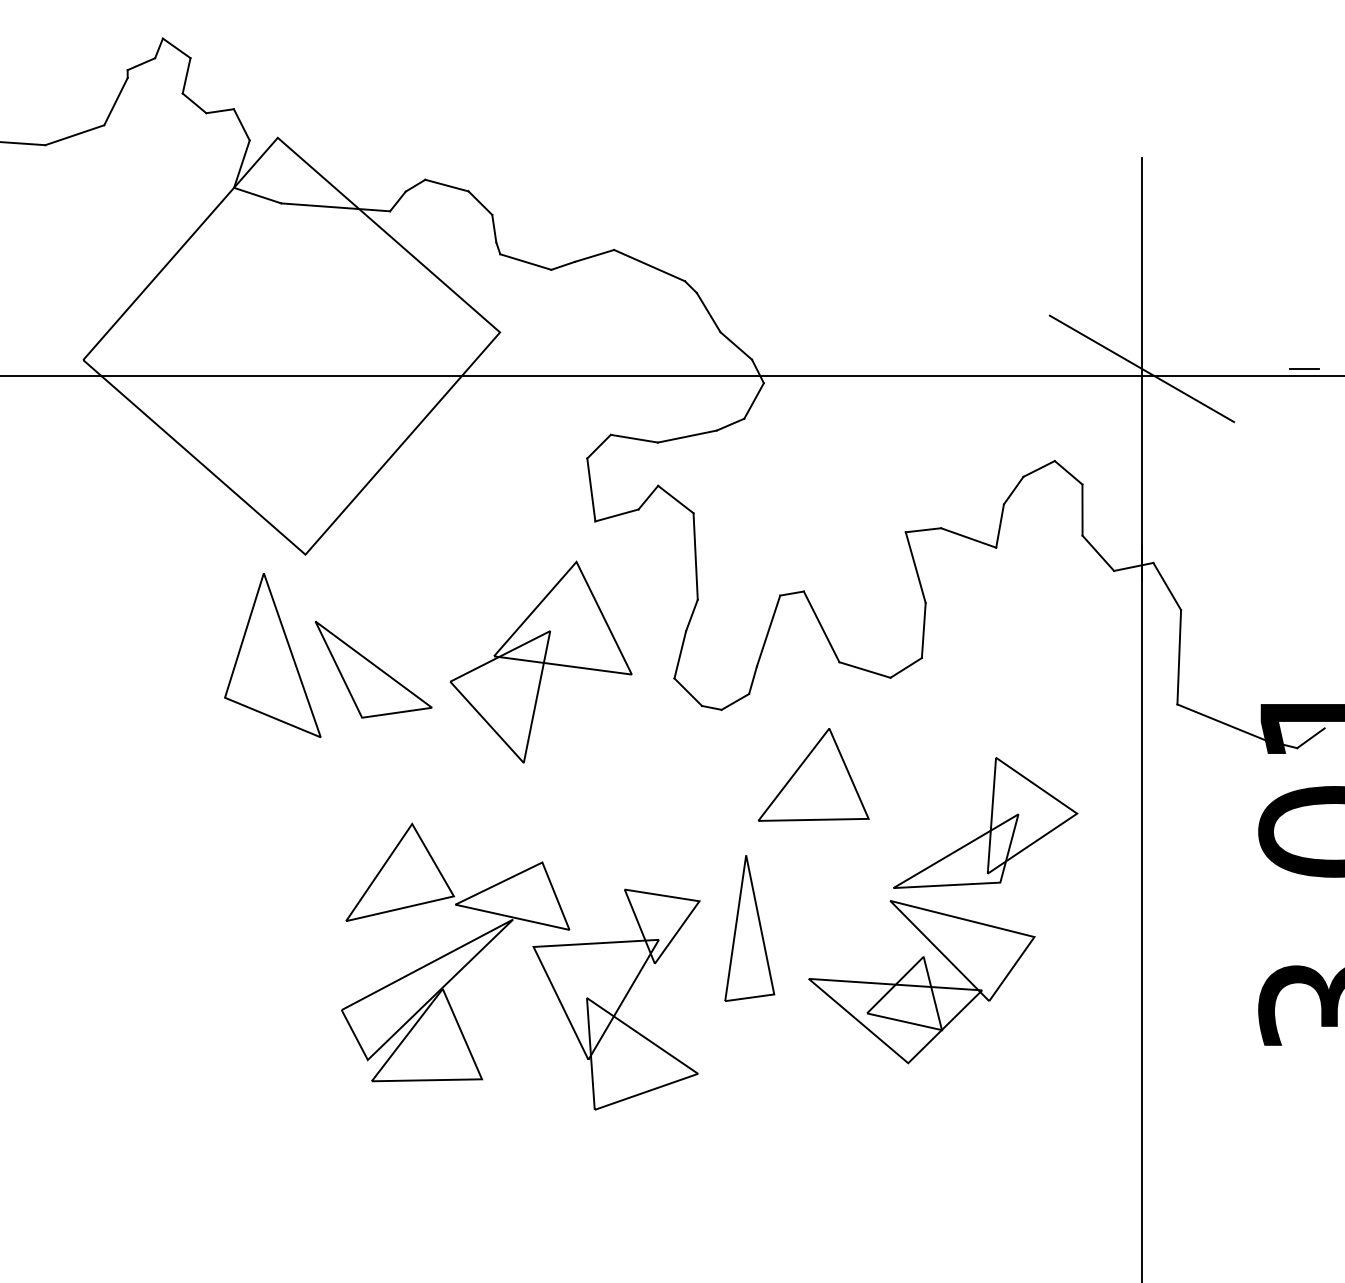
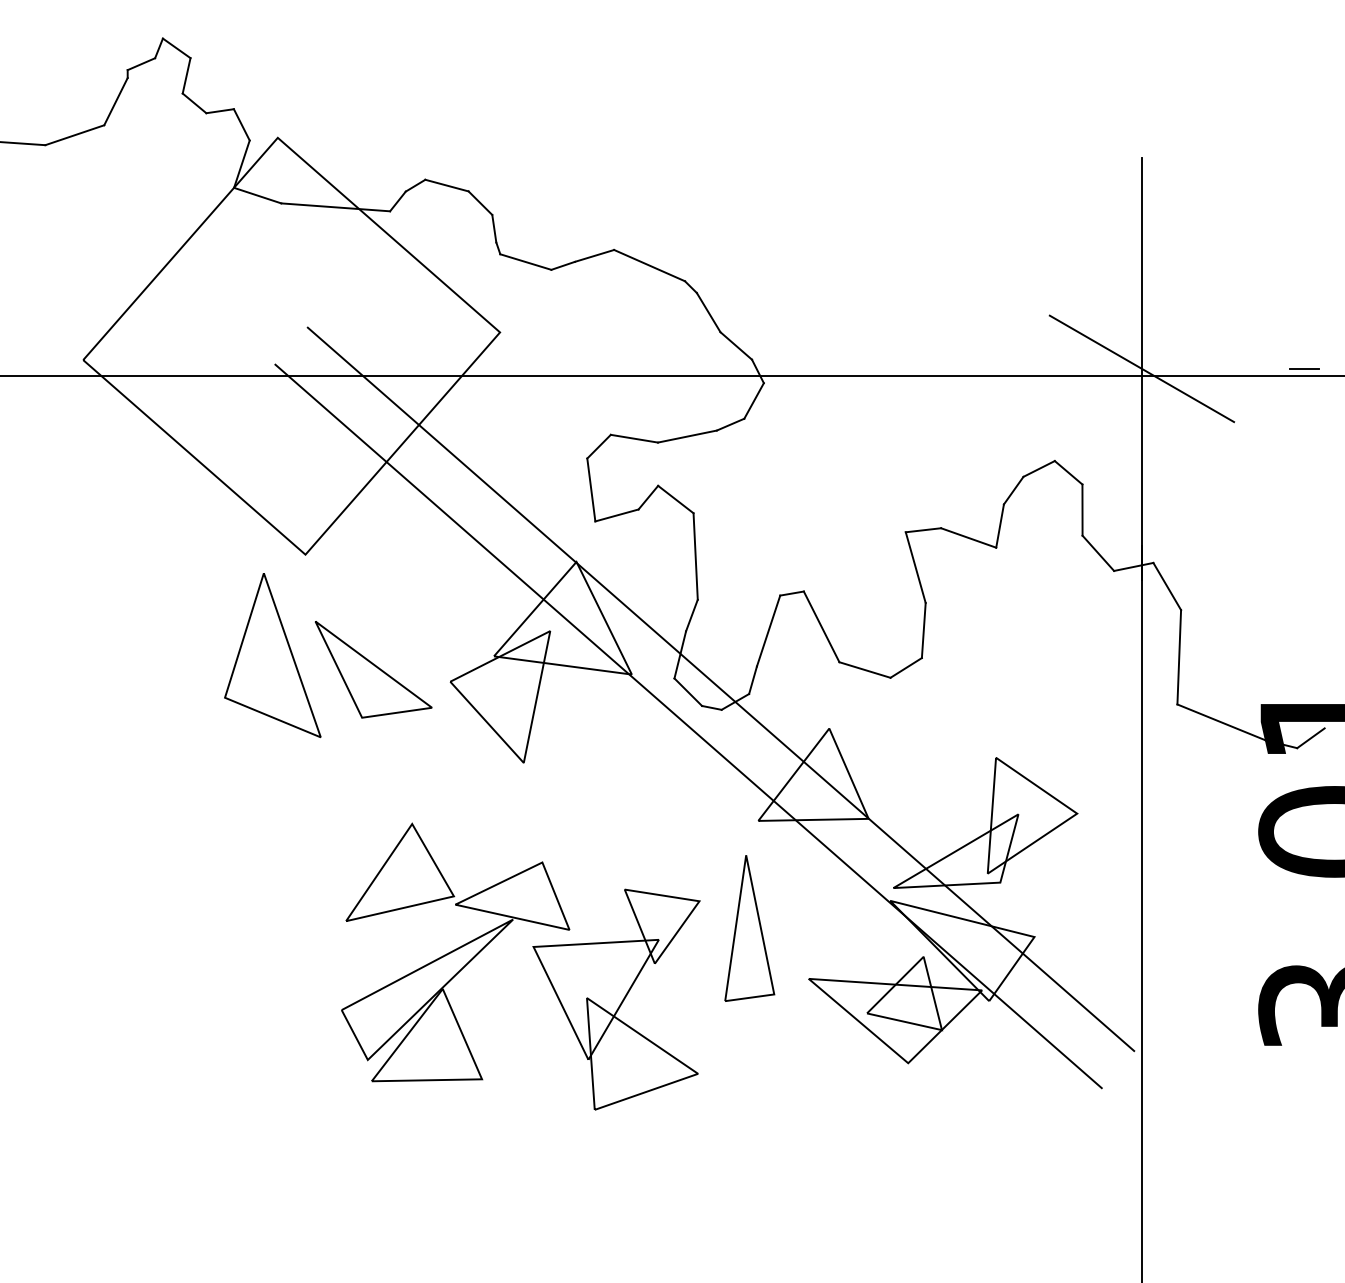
line at (720, 689): none -> present
line at (688, 726): none -> present
